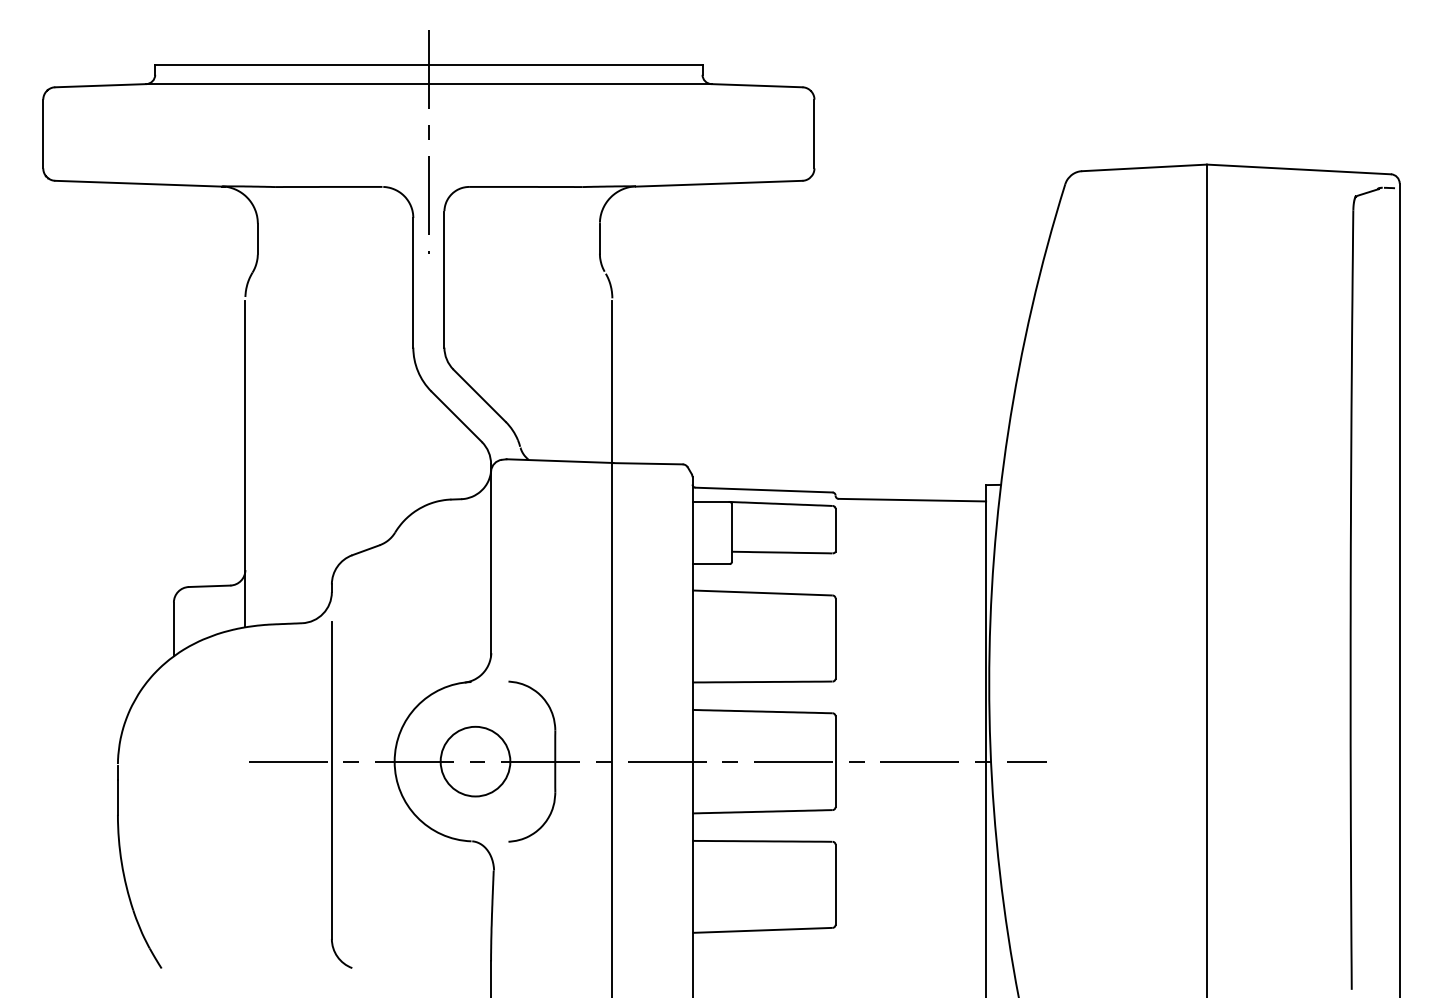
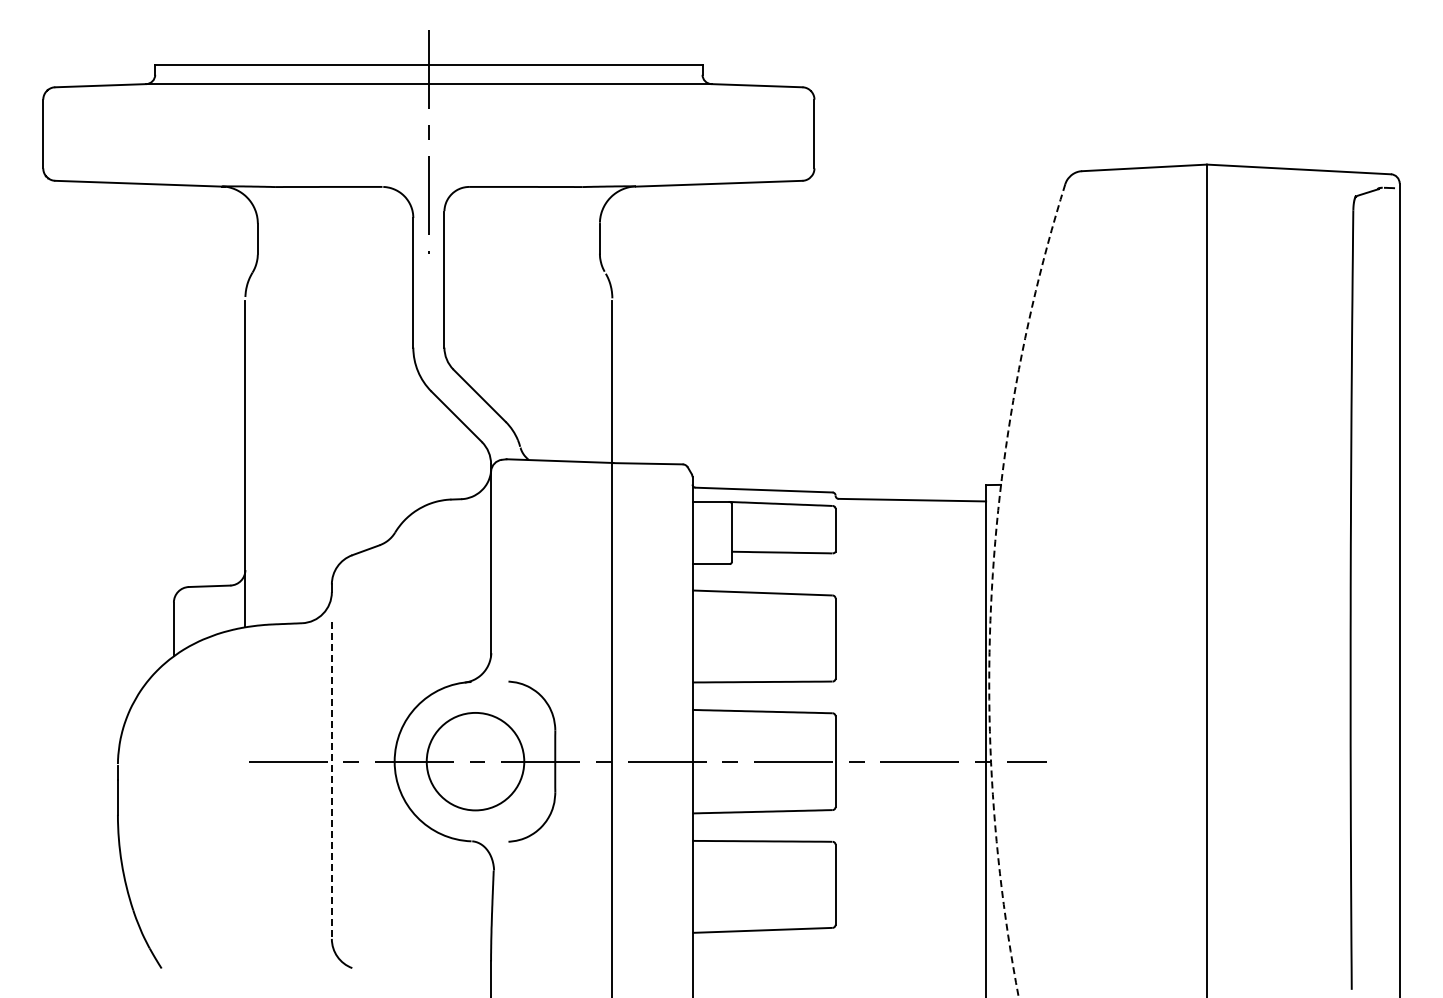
arc at (991, 589): solid -> dashed
circle at (475, 761) diameter: 70 px -> 98 px
line at (331, 781): solid -> dashed
